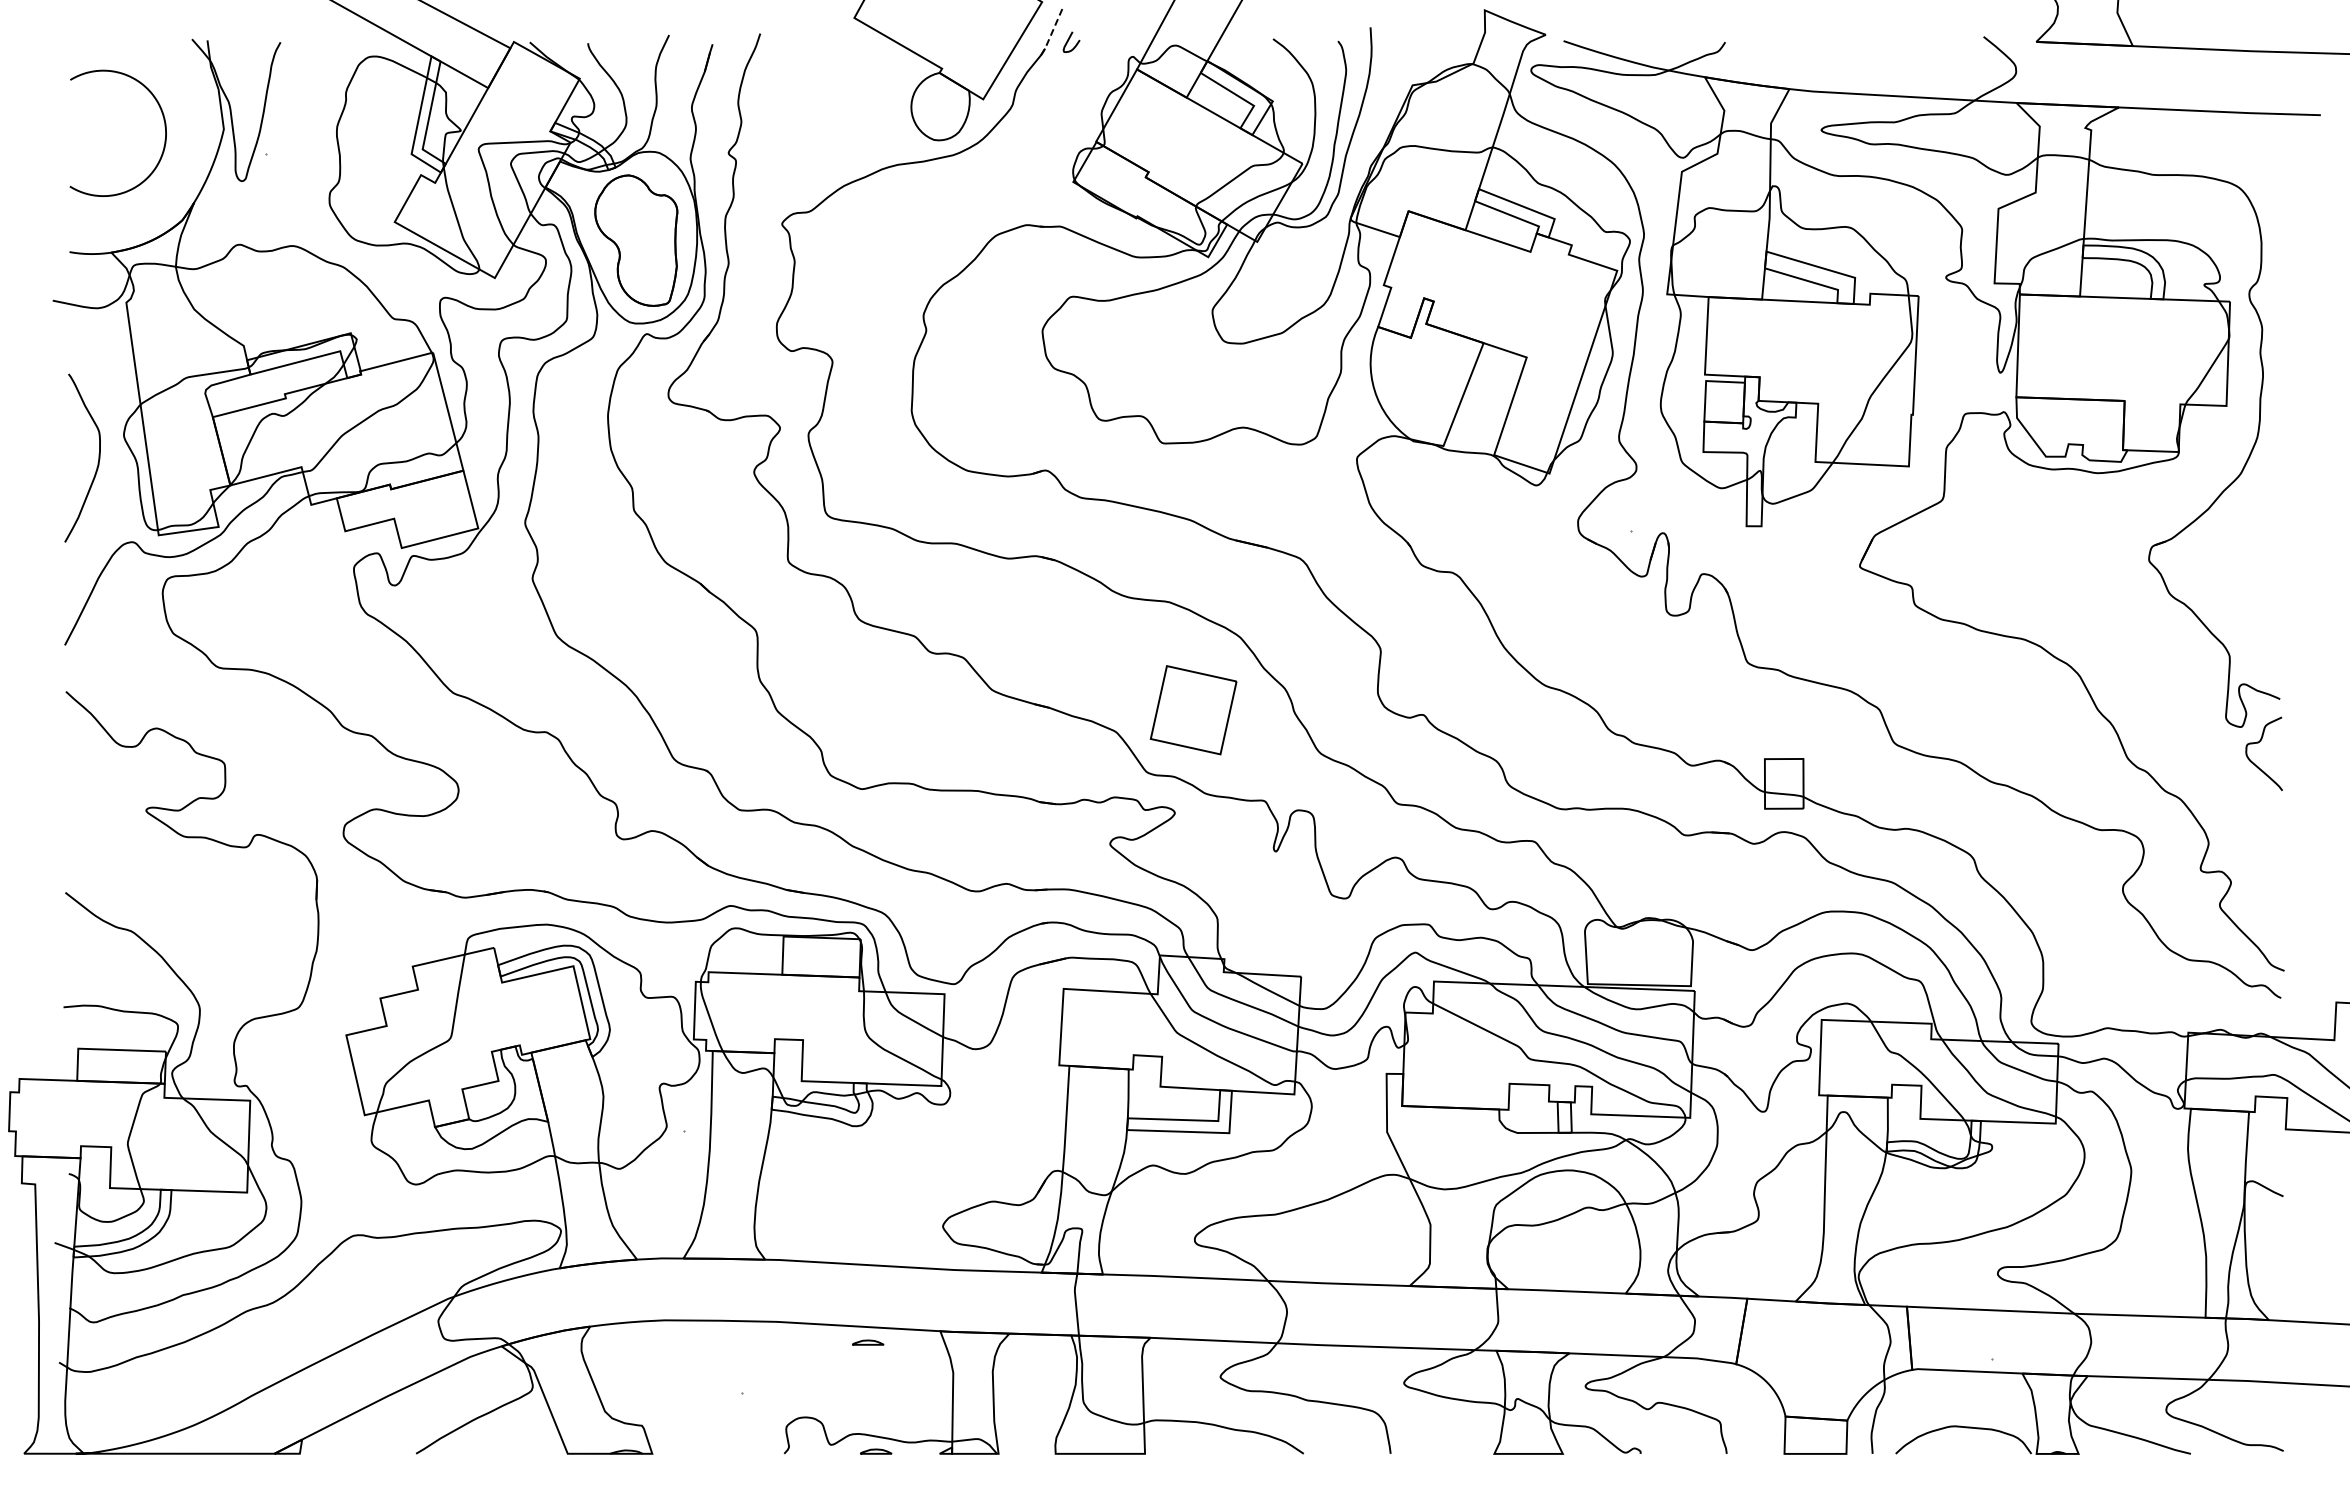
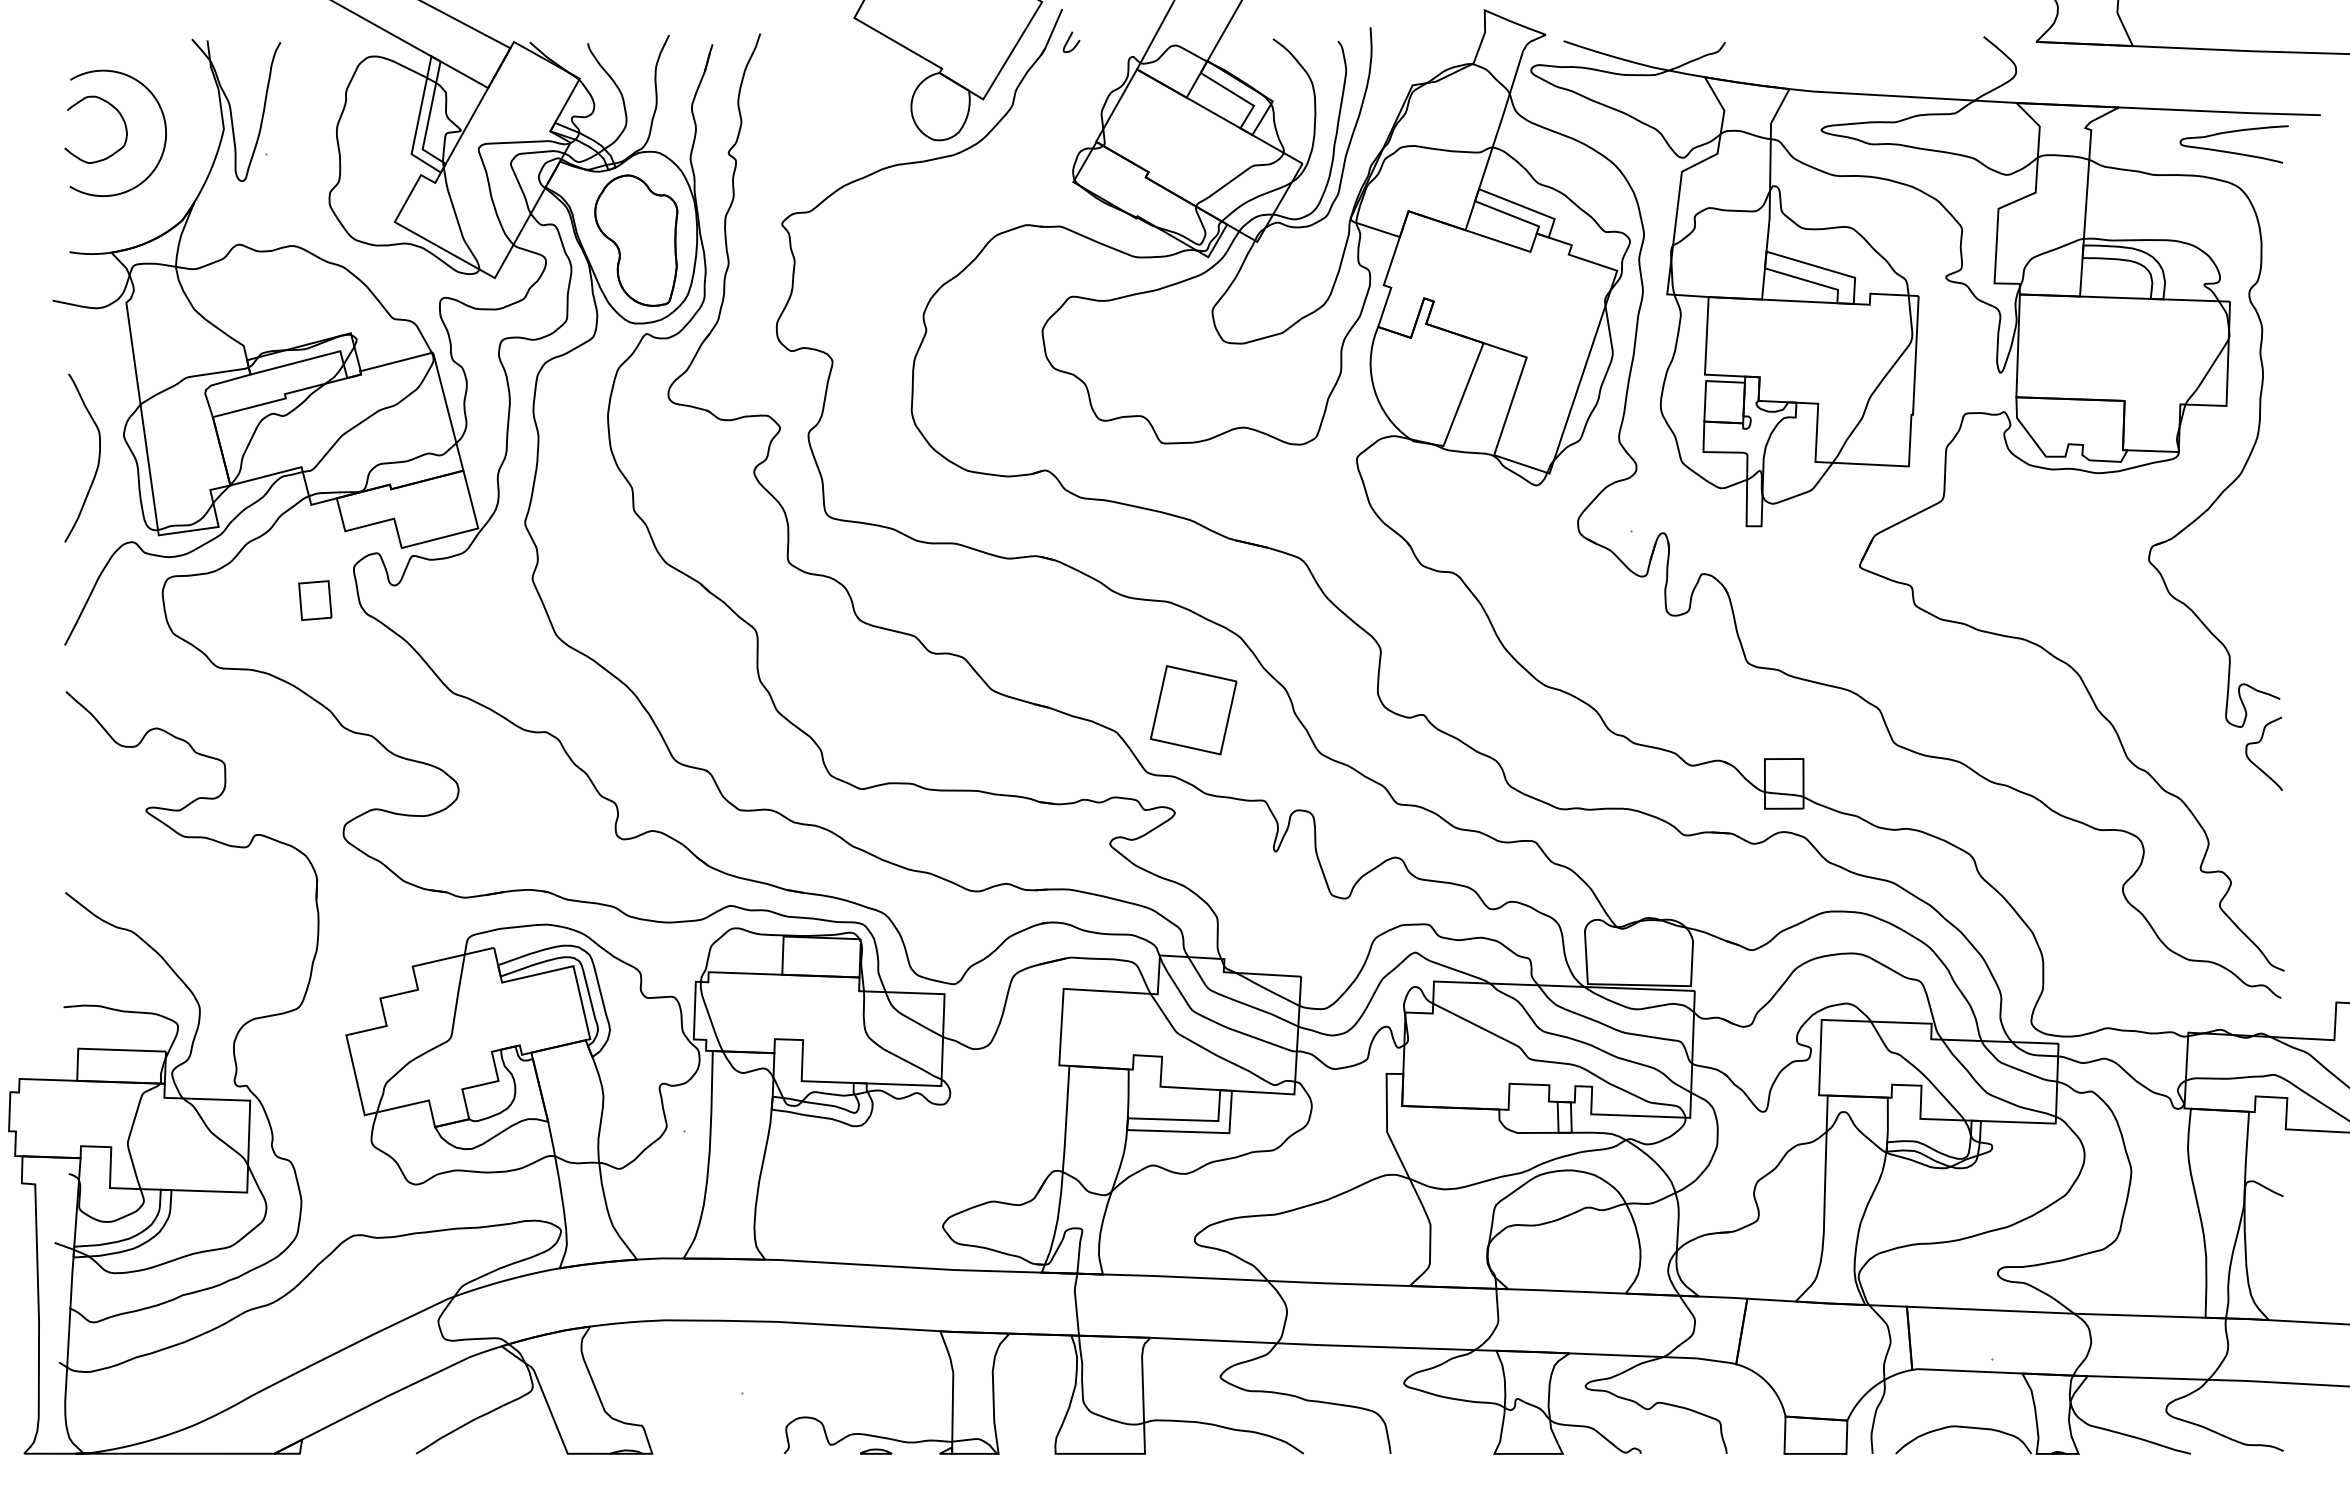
line at (1051, 33): dashed -> solid
curve at (112, 107): none -> present
curve at (2231, 151): none -> present
part at (315, 600): none -> present
part at (868, 1342): present -> none
